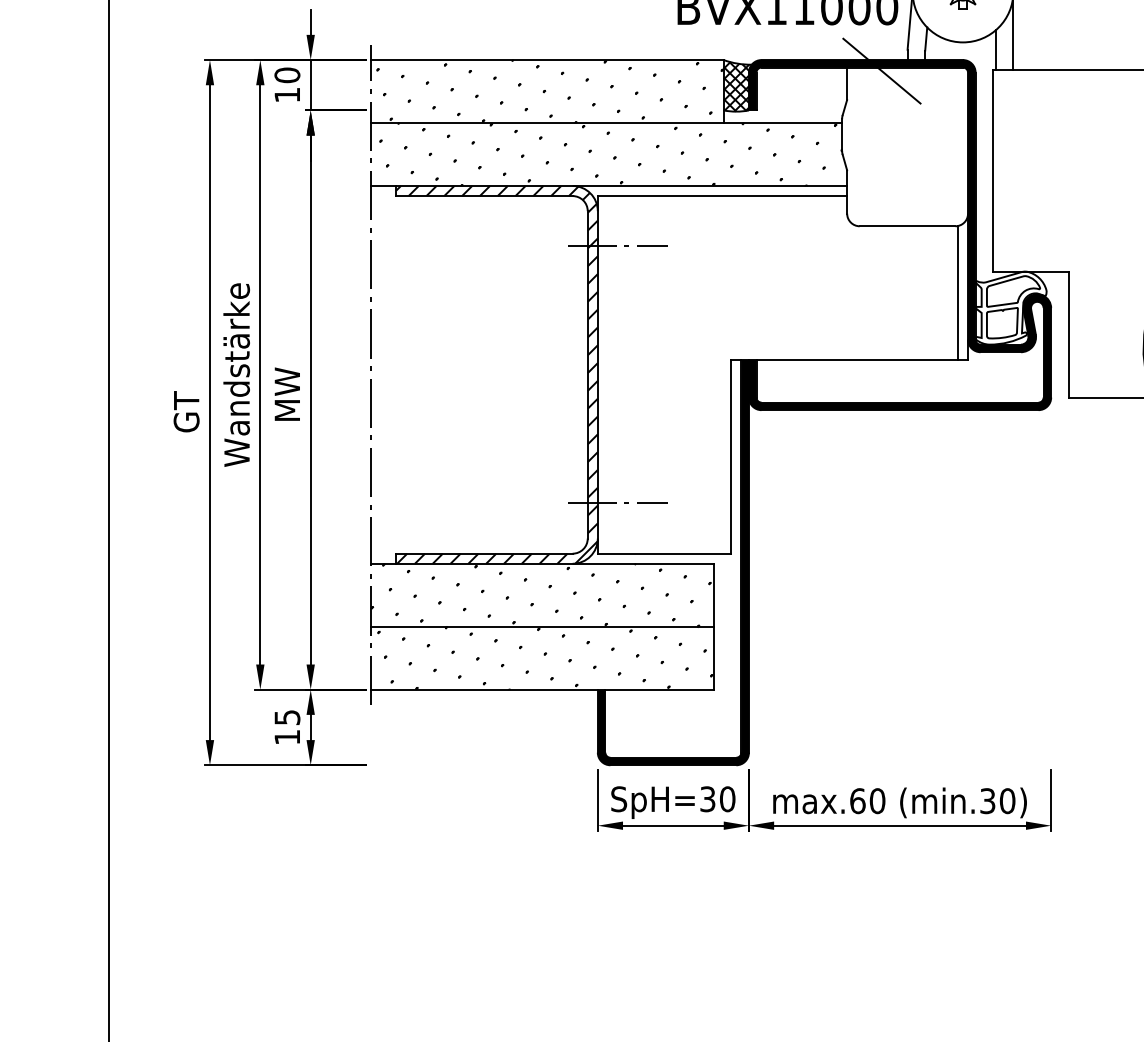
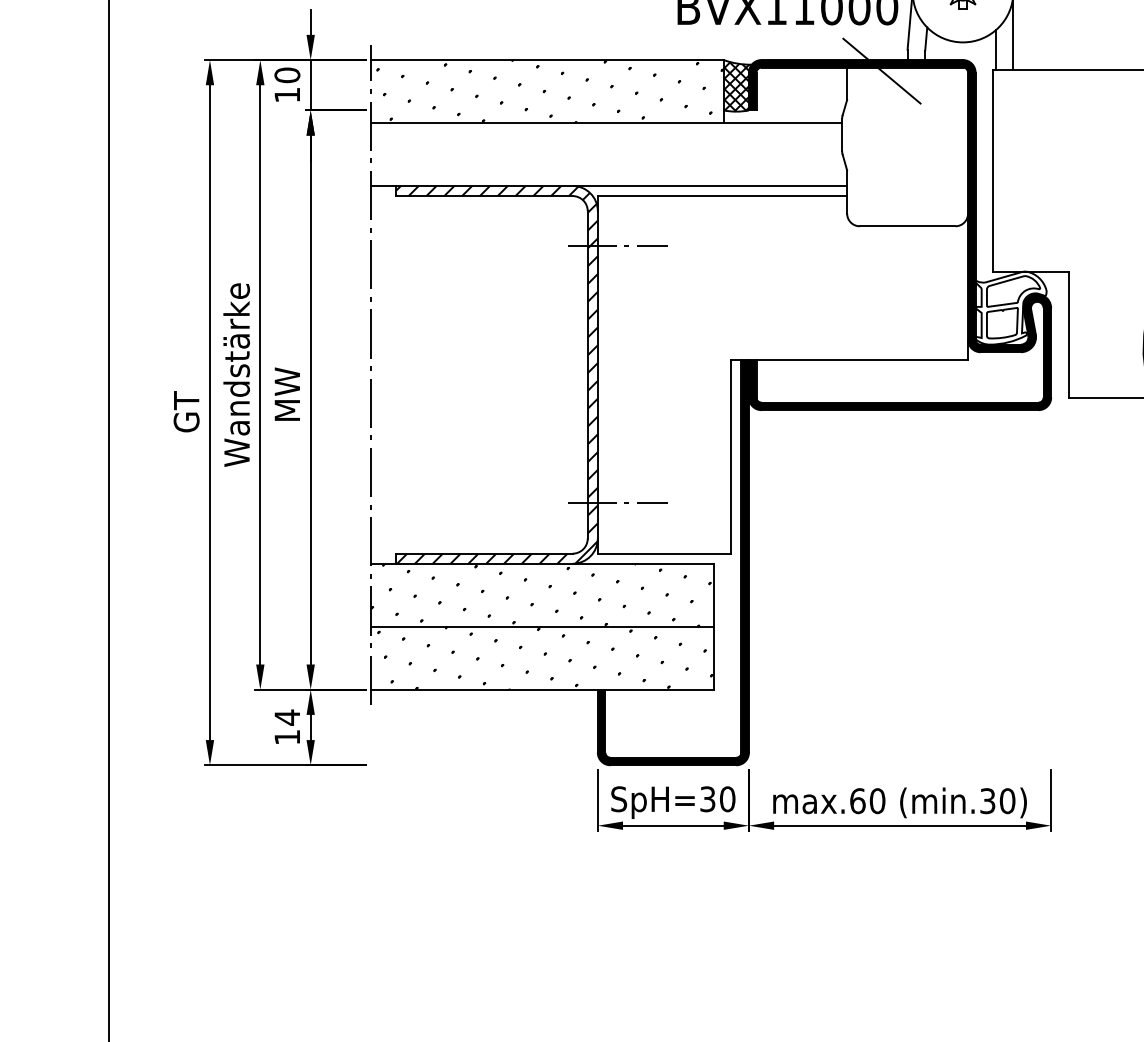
hatch at (610, 154): present -> none
line at (957, 292): present -> none
text at (287, 717): 15 -> 14
